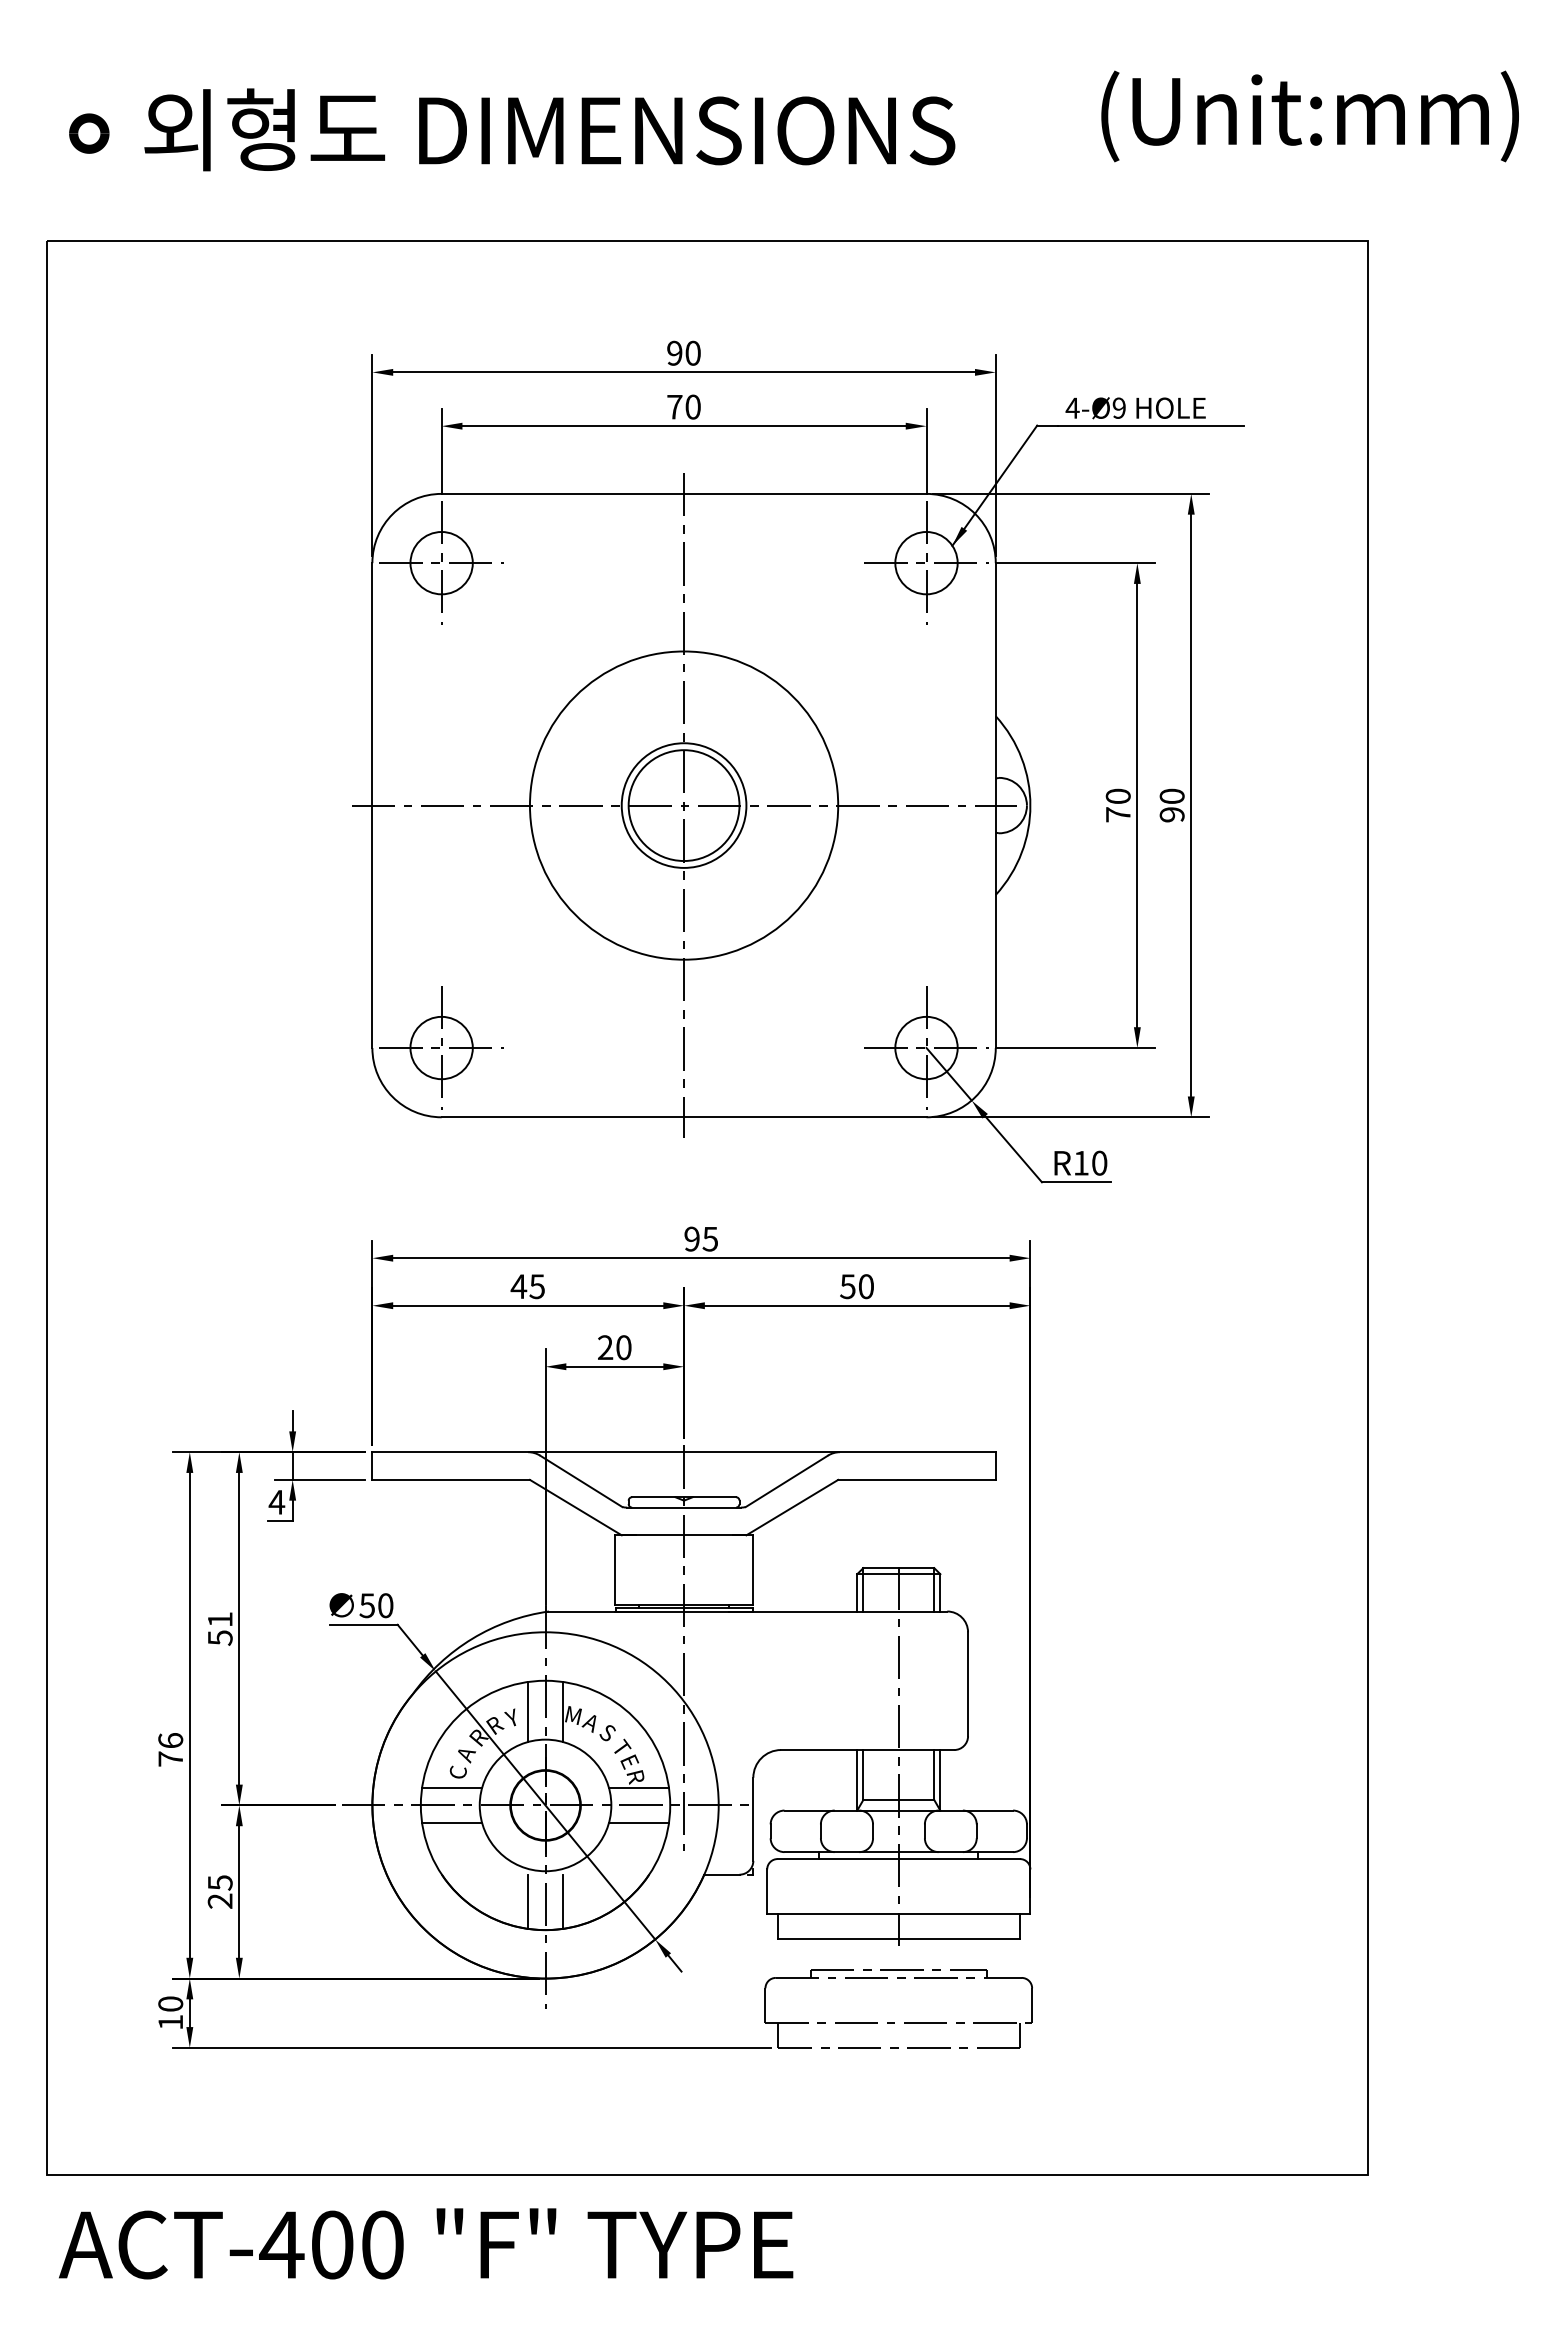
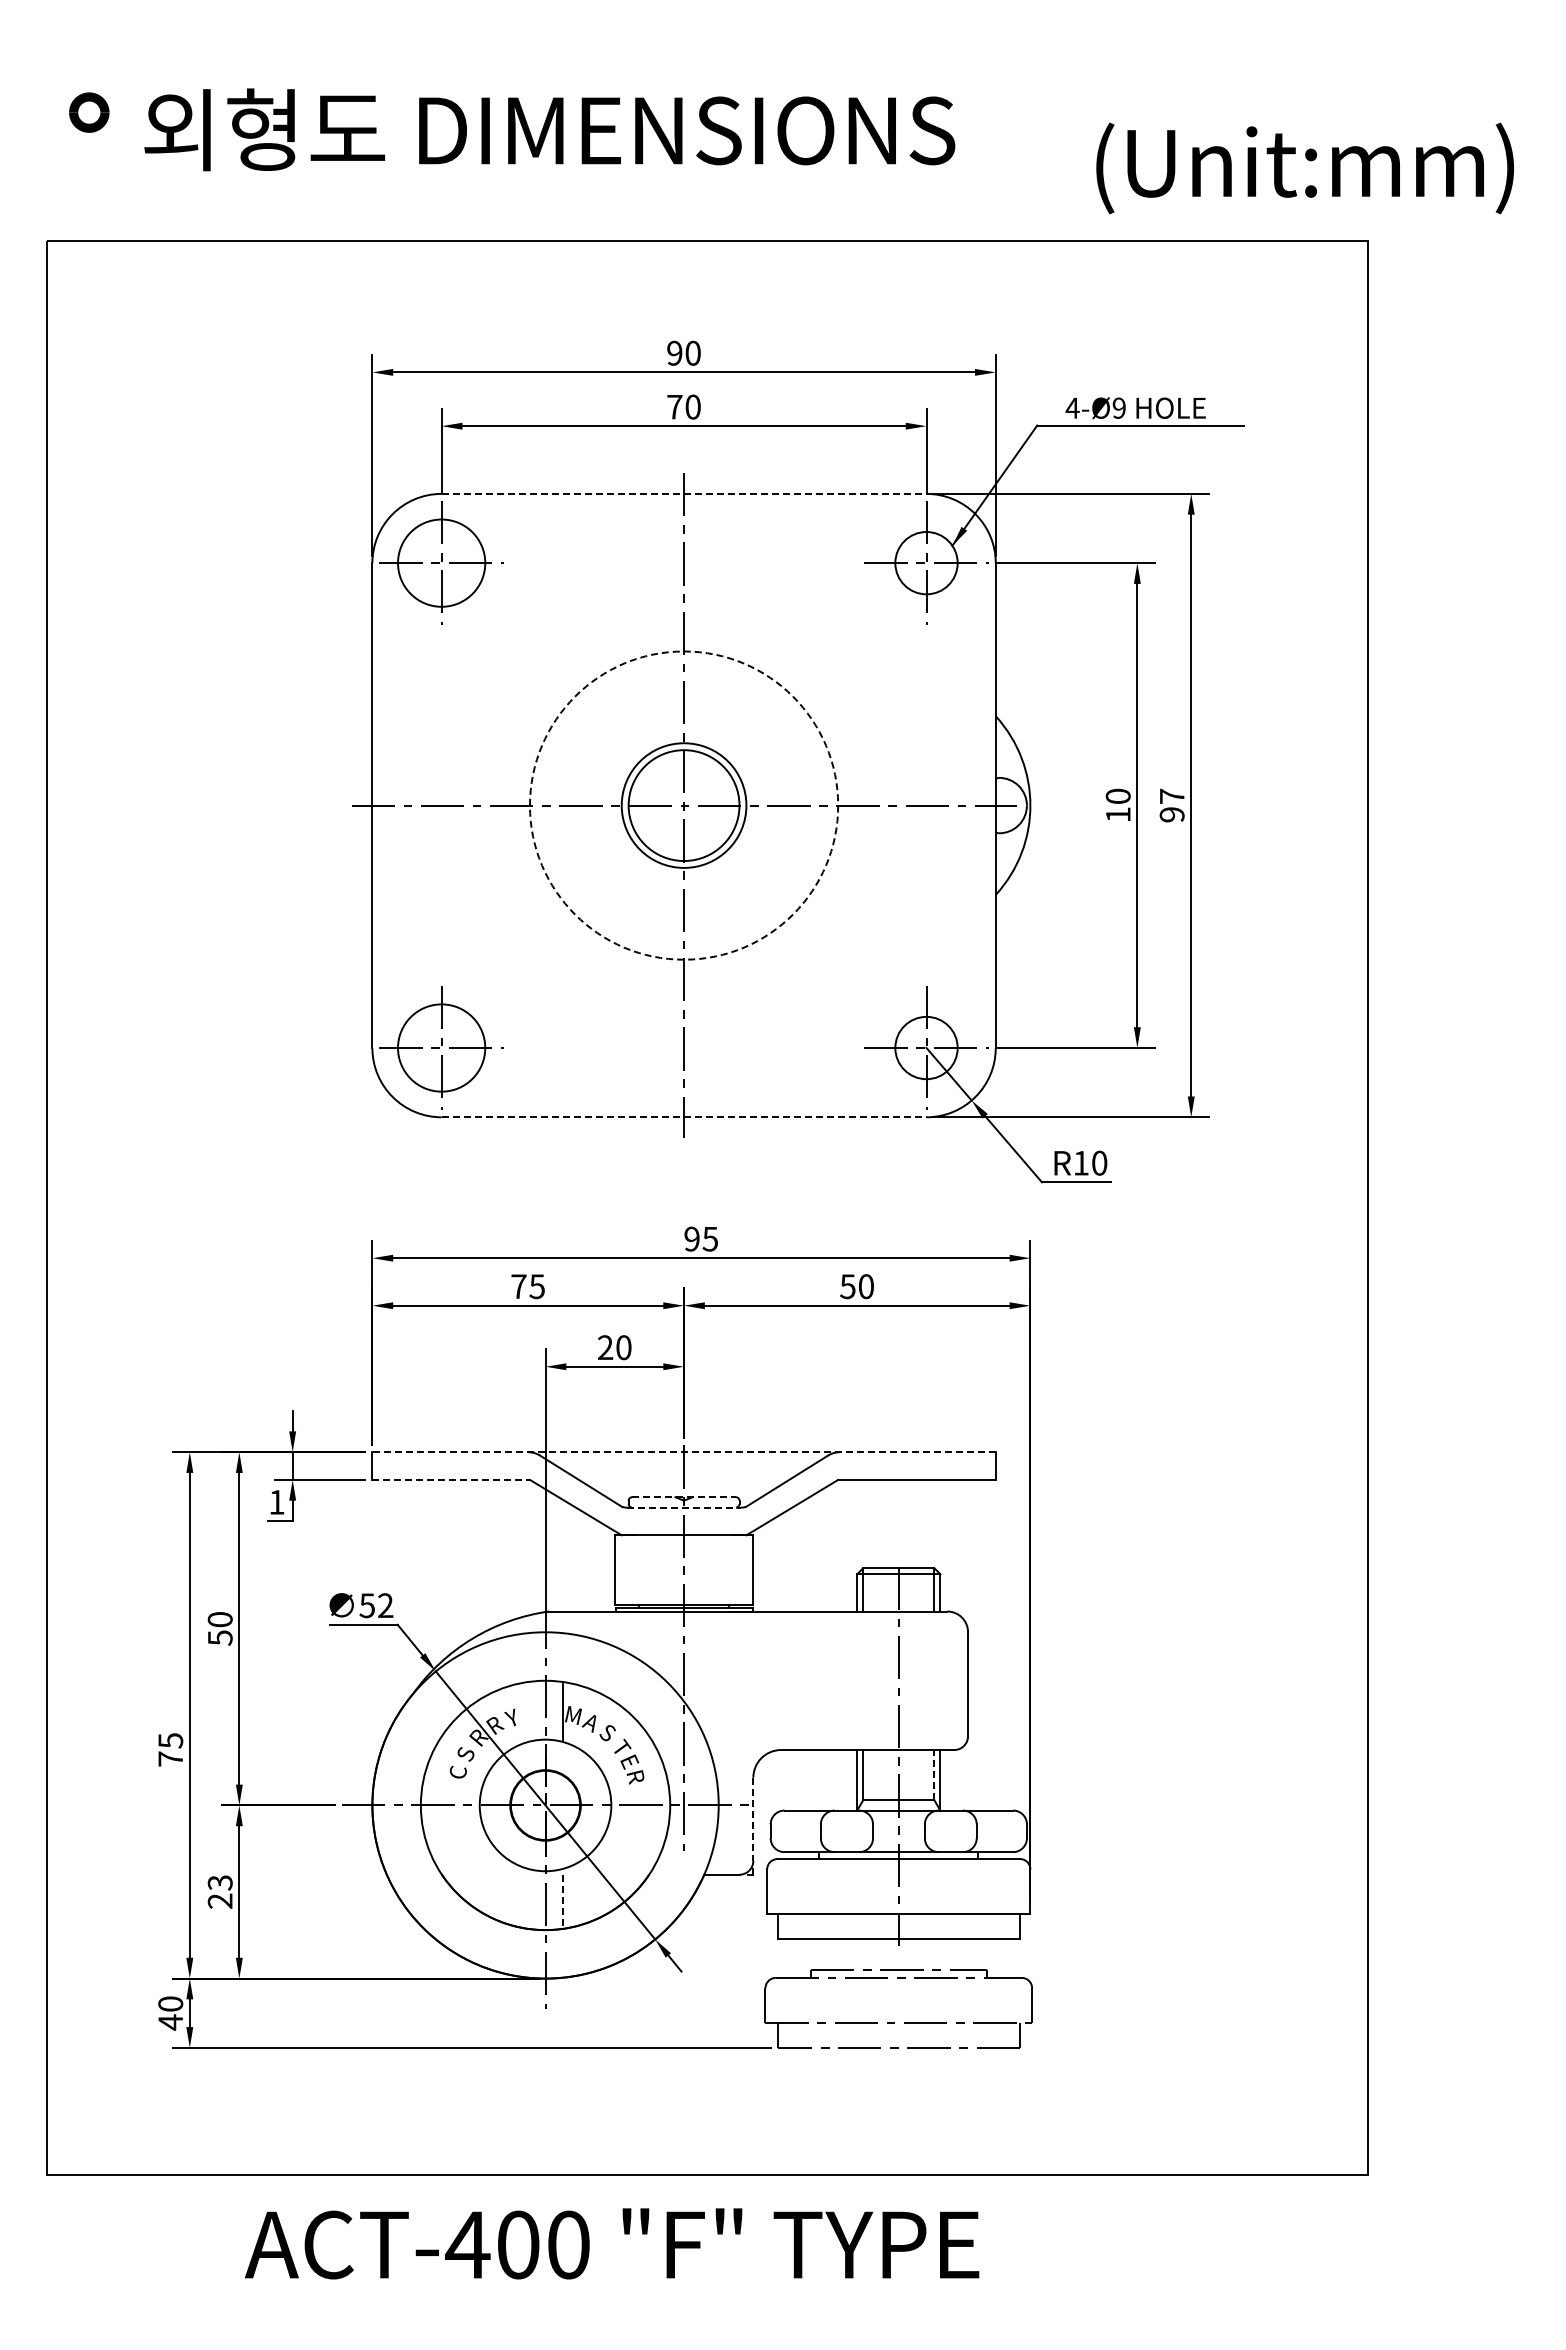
text at (1309, 116) position: (1309, 116) -> (1304, 168)
part at (89, 133) position: (89, 133) -> (89, 112)
line at (684, 493): solid -> dashed
circle at (441, 563) diameter: 62 px -> 87 px
text at (1171, 795): 90 -> 97
circle at (683, 805): solid -> dashed
text at (1118, 814): 70 -> 10
circle at (441, 1047) diameter: 62 px -> 87 px
line at (684, 1117): solid -> dashed
text at (518, 1286): 45 -> 75
line at (684, 1452): solid -> dashed
line at (451, 1479): solid -> dashed
line at (684, 1497): solid -> dashed
text at (276, 1502): 4 -> 1
line at (684, 1507): solid -> dashed
text at (385, 1605): 50 -> 52
text at (219, 1619): 51 -> 50
line at (528, 1711): present -> none
text at (170, 1740): 76 -> 75
text at (466, 1755): A -> S
line at (934, 1774): solid -> dashed
line at (452, 1788): present -> none
line at (639, 1788): present -> none
line at (753, 1819): solid -> dashed
line at (452, 1822): present -> none
line at (639, 1822): present -> none
text at (219, 1882): 25 -> 23
line at (528, 1901): present -> none
line at (562, 1902): solid -> dashed
text at (170, 2022): 10 -> 40
text at (426, 2243) position: (426, 2243) -> (612, 2243)
